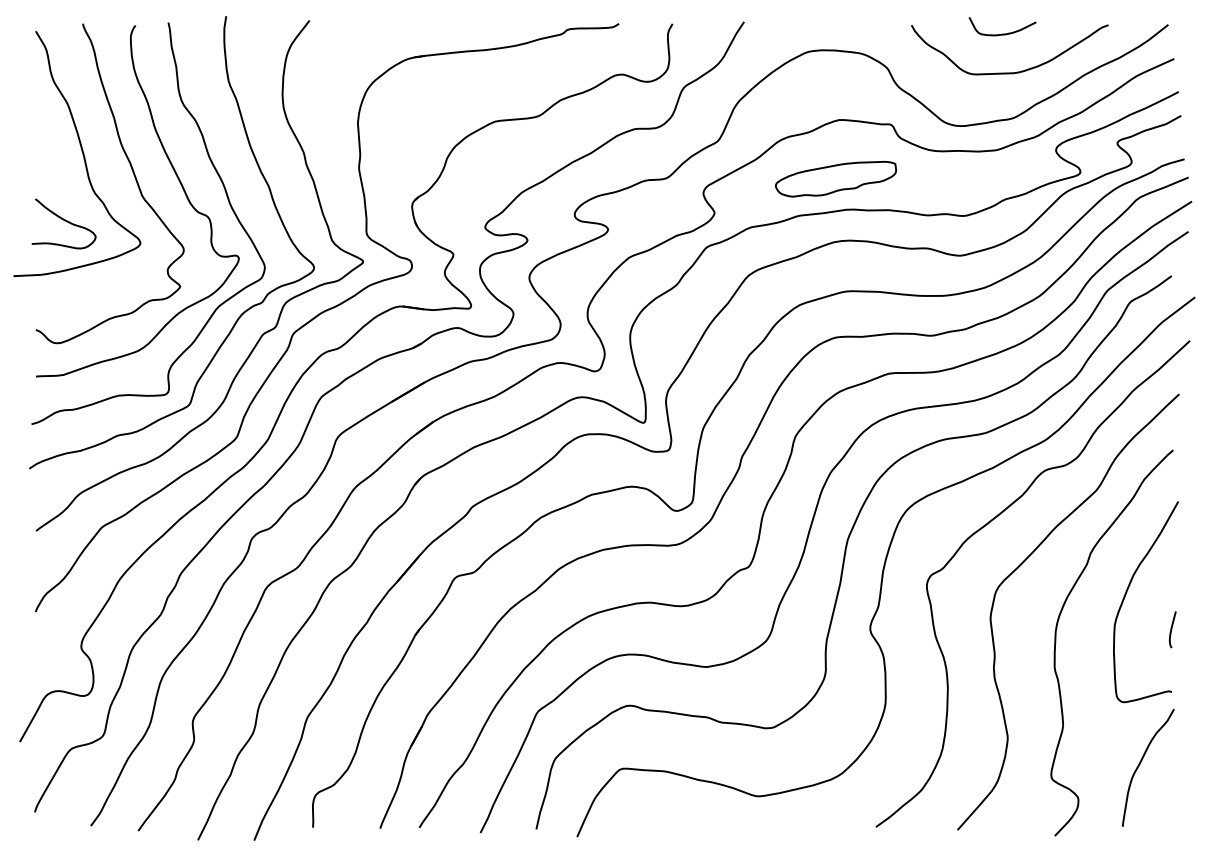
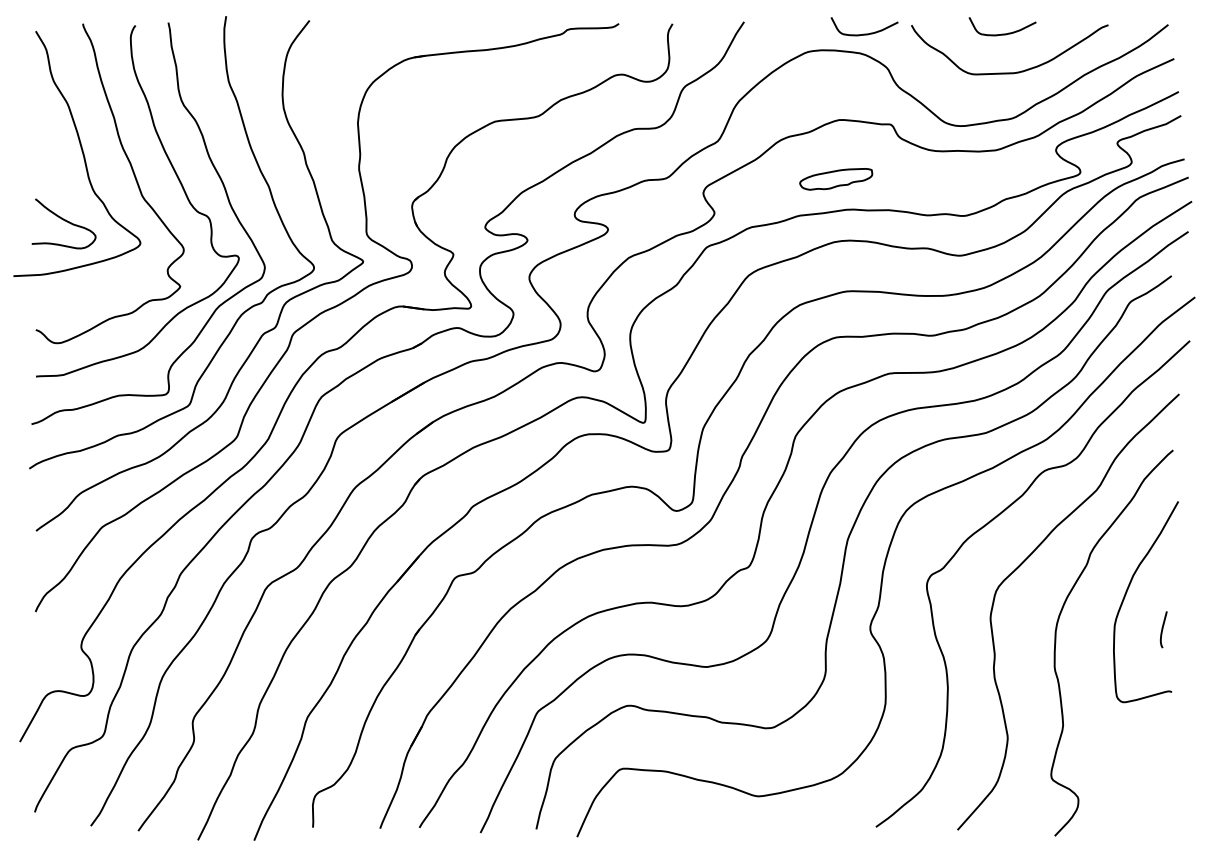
curve at (864, 33): none -> present
part at (836, 179) size: 123x37 px -> 75x23 px
curve at (1172, 629) position: (1172, 629) -> (1163, 629)
curve at (1140, 764): present -> none
